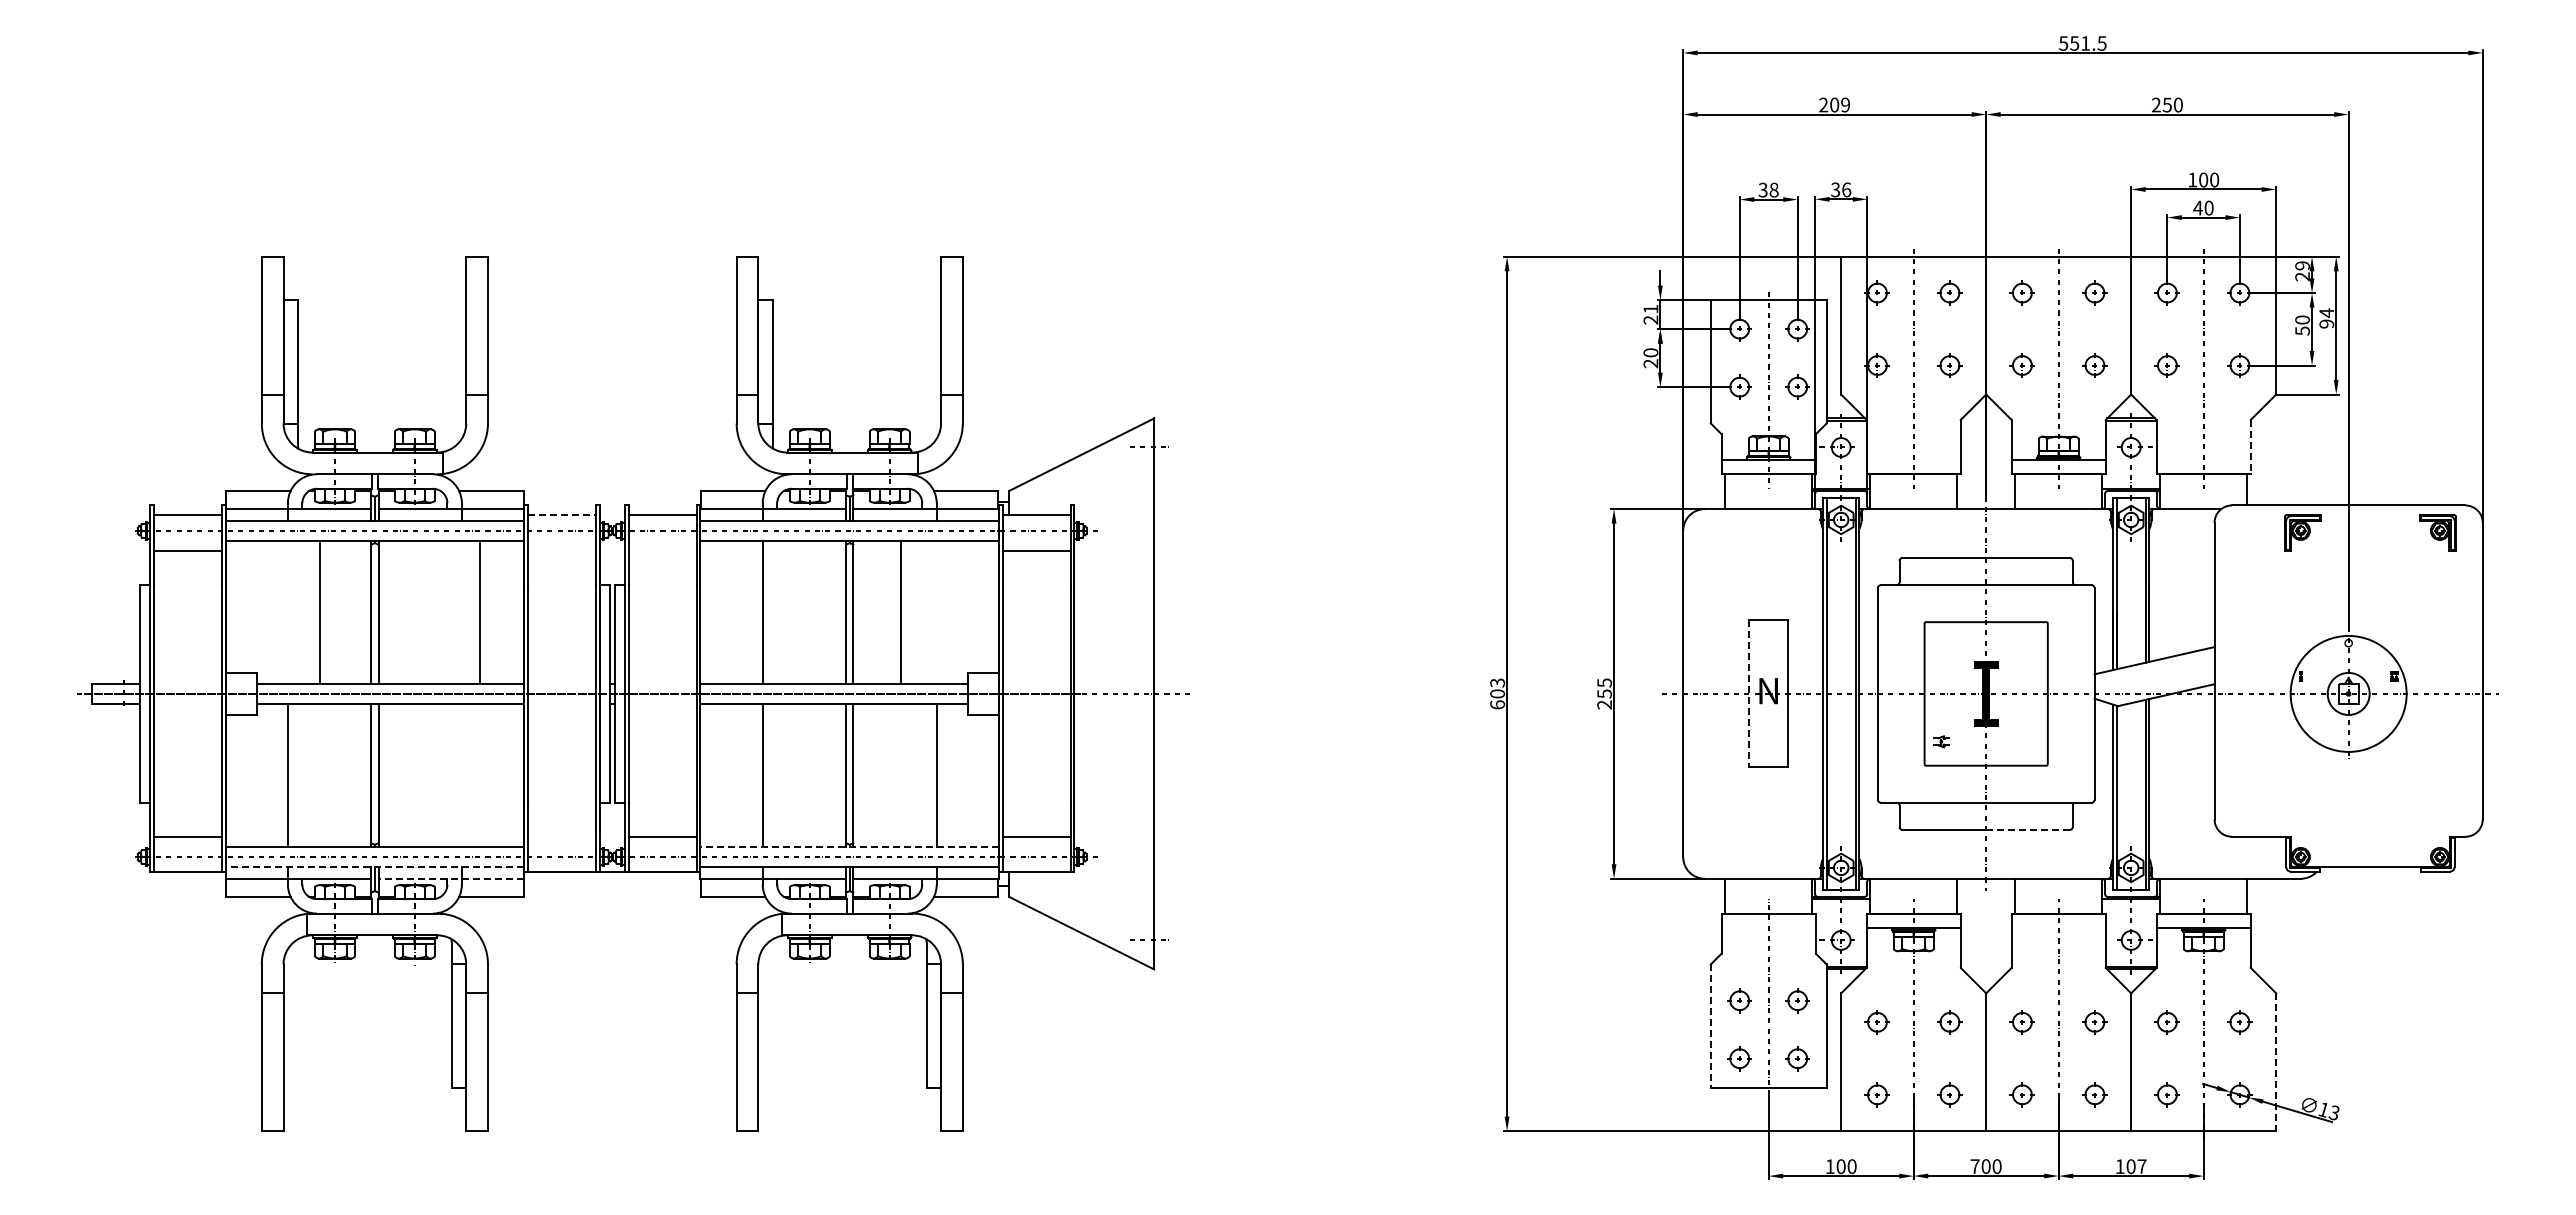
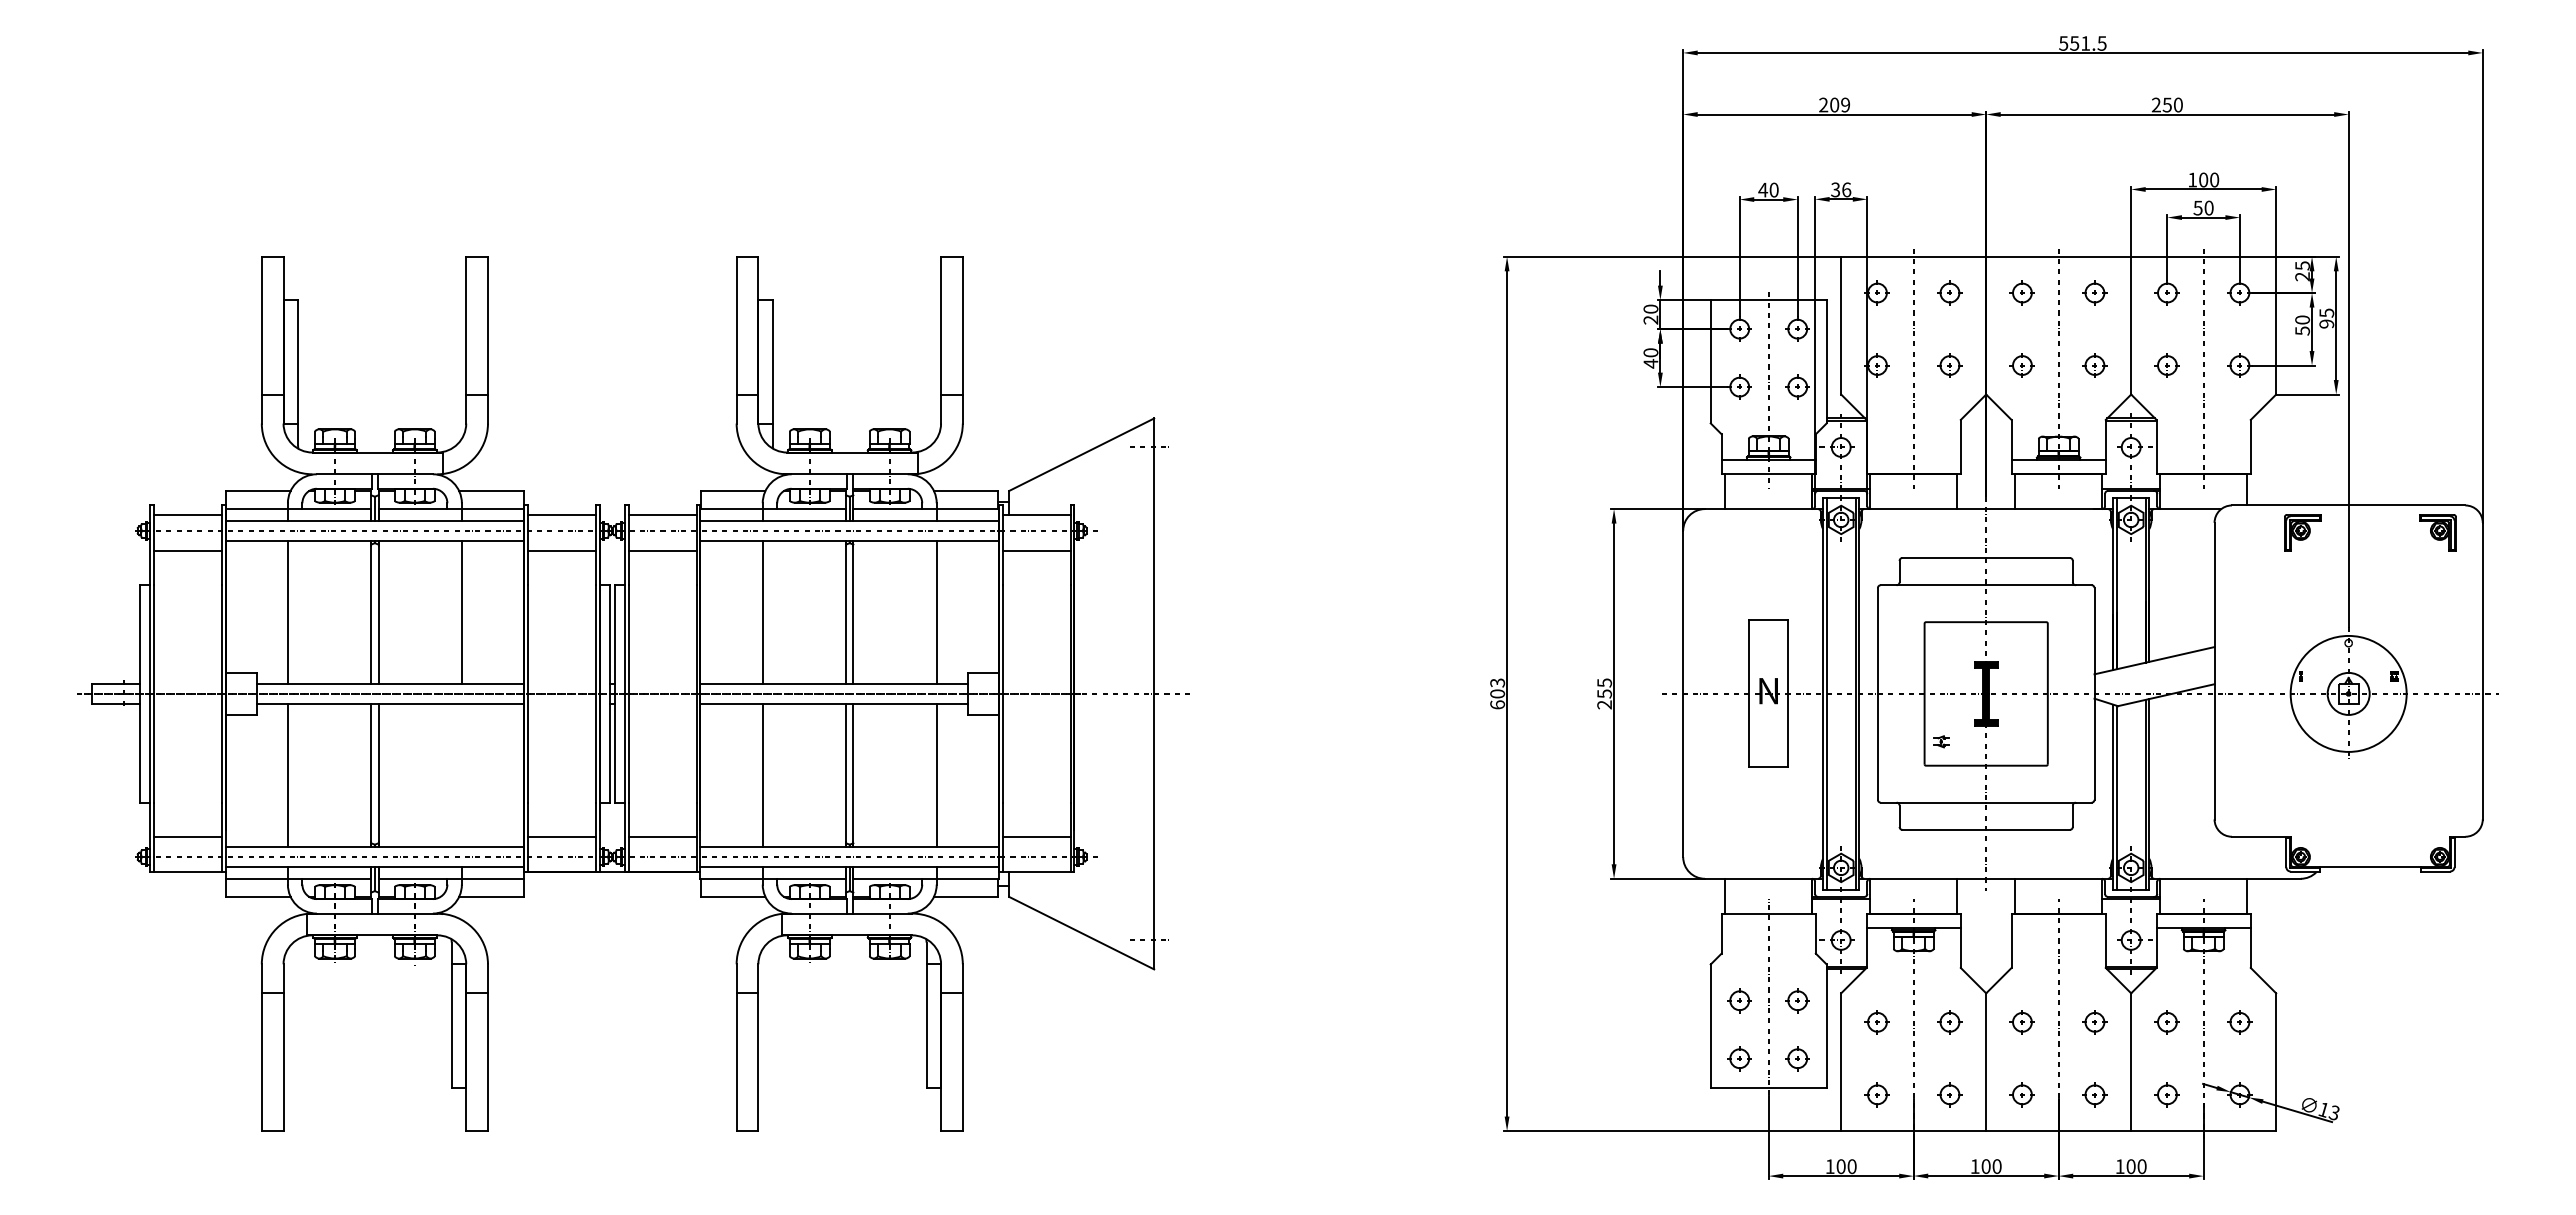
text at (1768, 189): 38 -> 40
text at (2197, 207): 40 -> 50
text at (2302, 265): 29 -> 25
text at (1650, 308): 21 -> 20
text at (2326, 313): 94 -> 95
text at (1650, 363): 20 -> 40
line at (2250, 447): dashed -> solid
line at (562, 514): dashed -> solid
line at (561, 551): none -> present
line at (662, 551): none -> present
line at (319, 611) position: (319, 611) -> (287, 611)
line at (479, 611) position: (479, 611) -> (461, 611)
line at (900, 611) position: (900, 611) -> (936, 611)
line at (1749, 694): dashed -> solid
line at (2028, 829): dashed -> solid
line at (561, 837): none -> present
line at (849, 847): dashed -> solid
line at (374, 866): dashed -> solid
line at (451, 878): dashed -> solid
line at (1710, 1026): dashed -> solid
line at (2276, 1062): dashed -> solid
text at (1974, 1166): 700 -> 100
text at (2141, 1166): 107 -> 100
